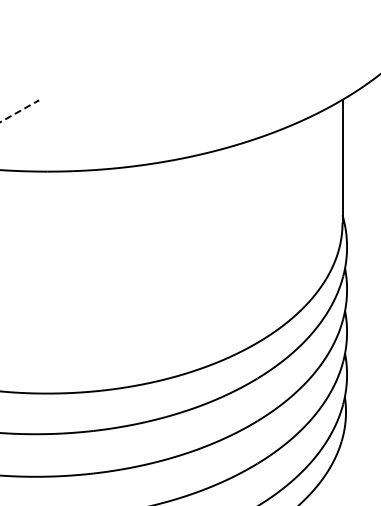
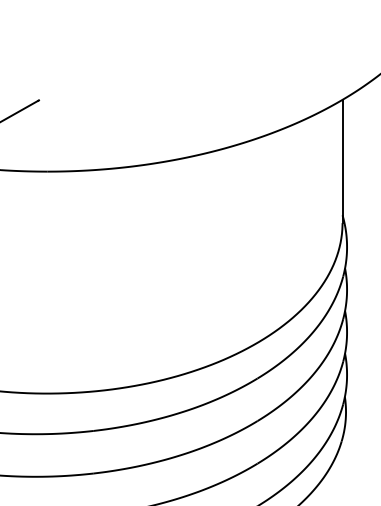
line at (19, 111): dashed -> solid
